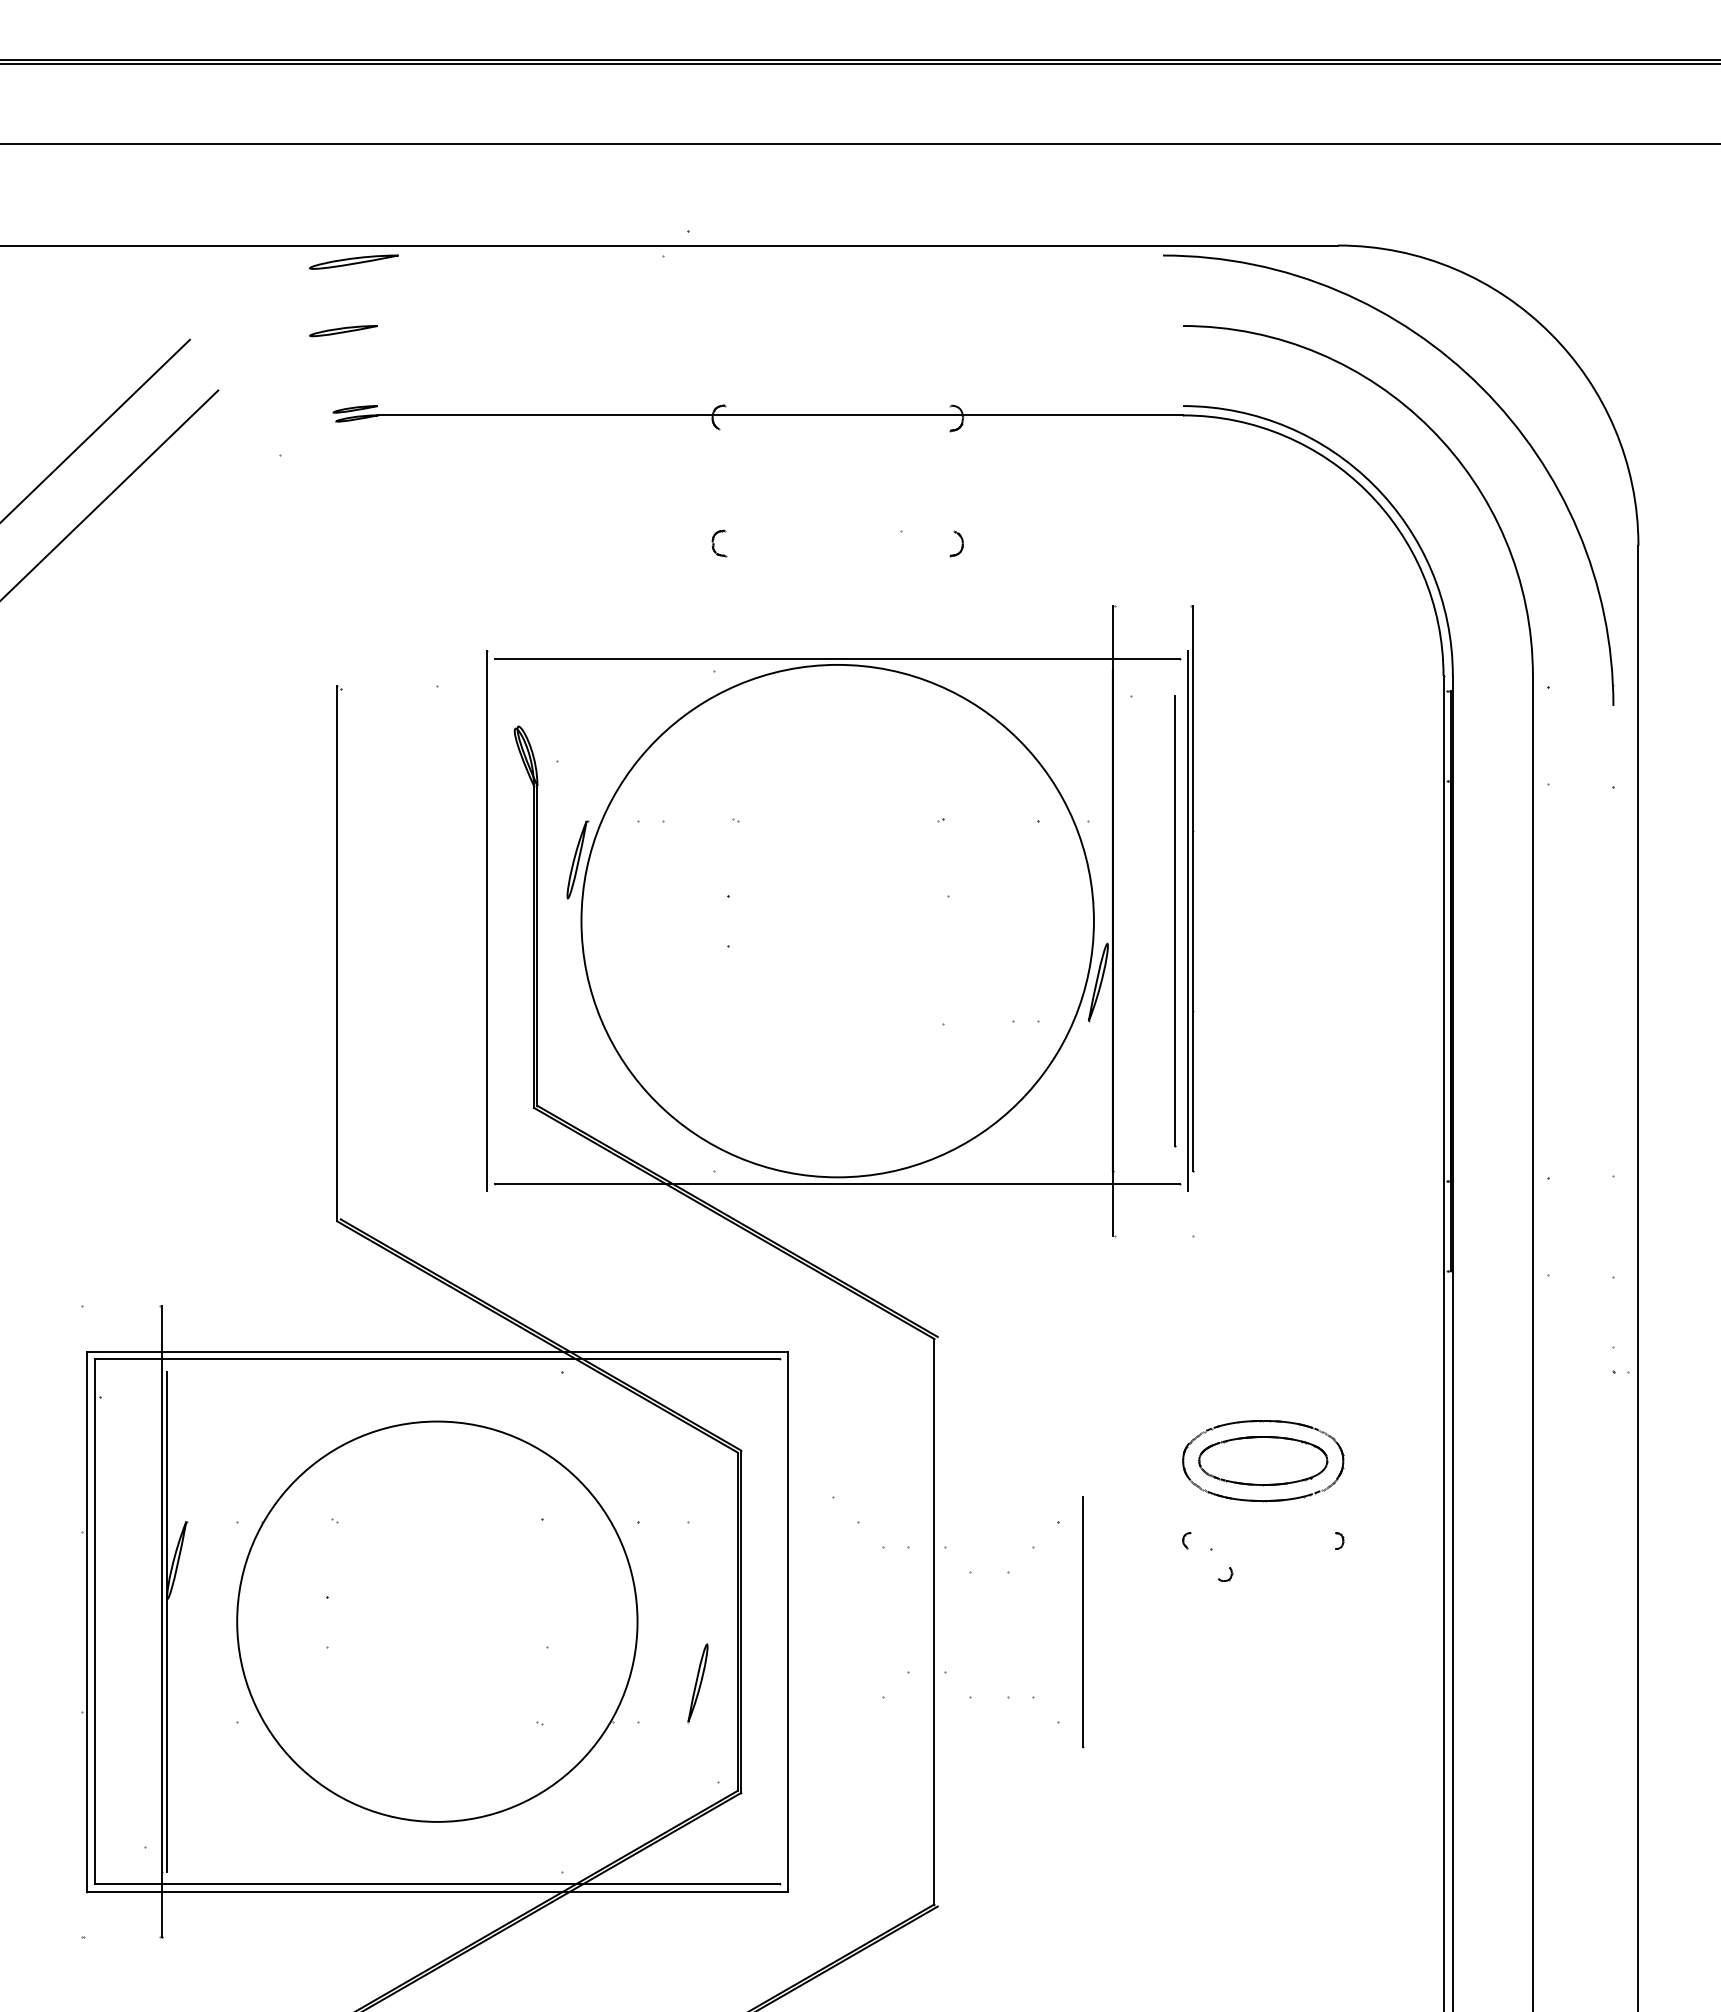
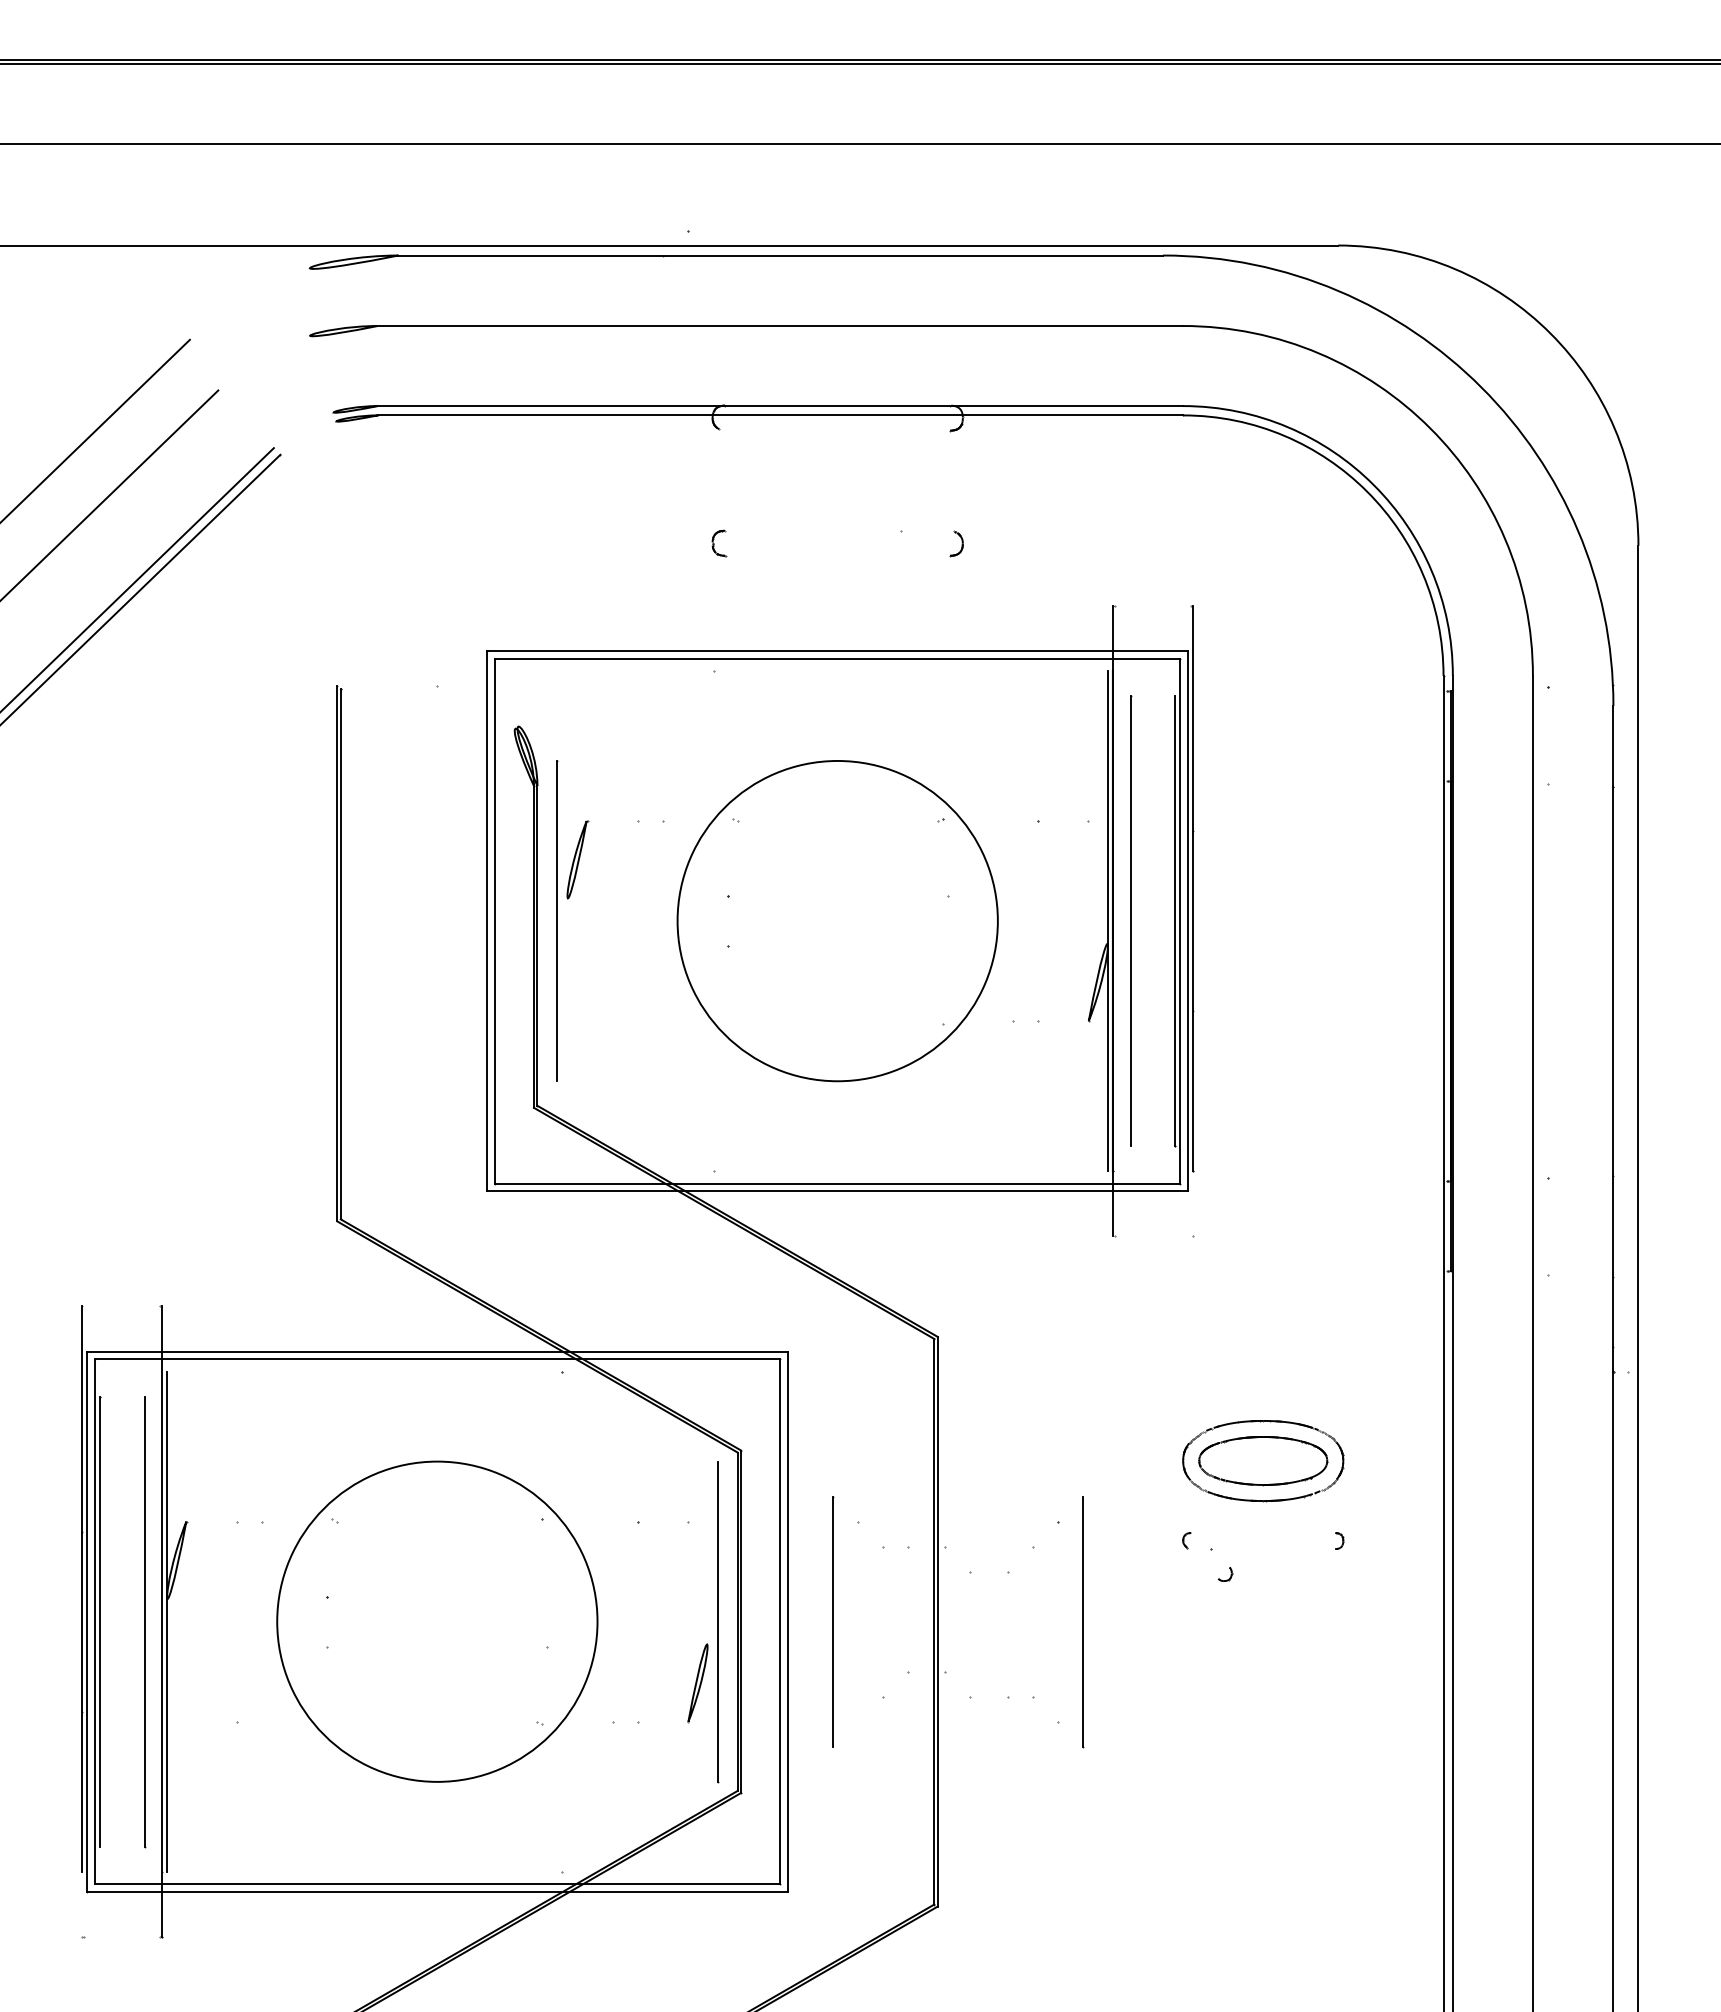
line at (780, 255): none -> present
line at (780, 326): none -> present
line at (780, 406): none -> present
line at (137, 579): none -> present
line at (141, 588): none -> present
line at (837, 650): none -> present
line at (495, 920): none -> present
line at (557, 920): none -> present
circle at (837, 920) diameter: 512 px -> 320 px
line at (1107, 920): none -> present
line at (1130, 920): none -> present
line at (1180, 920): none -> present
line at (340, 954): none -> present
line at (837, 1191): none -> present
line at (1613, 1356): none -> present
line at (82, 1588): none -> present
line at (99, 1621): none -> present
line at (144, 1621): none -> present
circle at (437, 1621) diameter: 400 px -> 320 px
line at (717, 1621): none -> present
line at (779, 1621): none -> present
line at (832, 1621): none -> present
line at (937, 1621): none -> present
